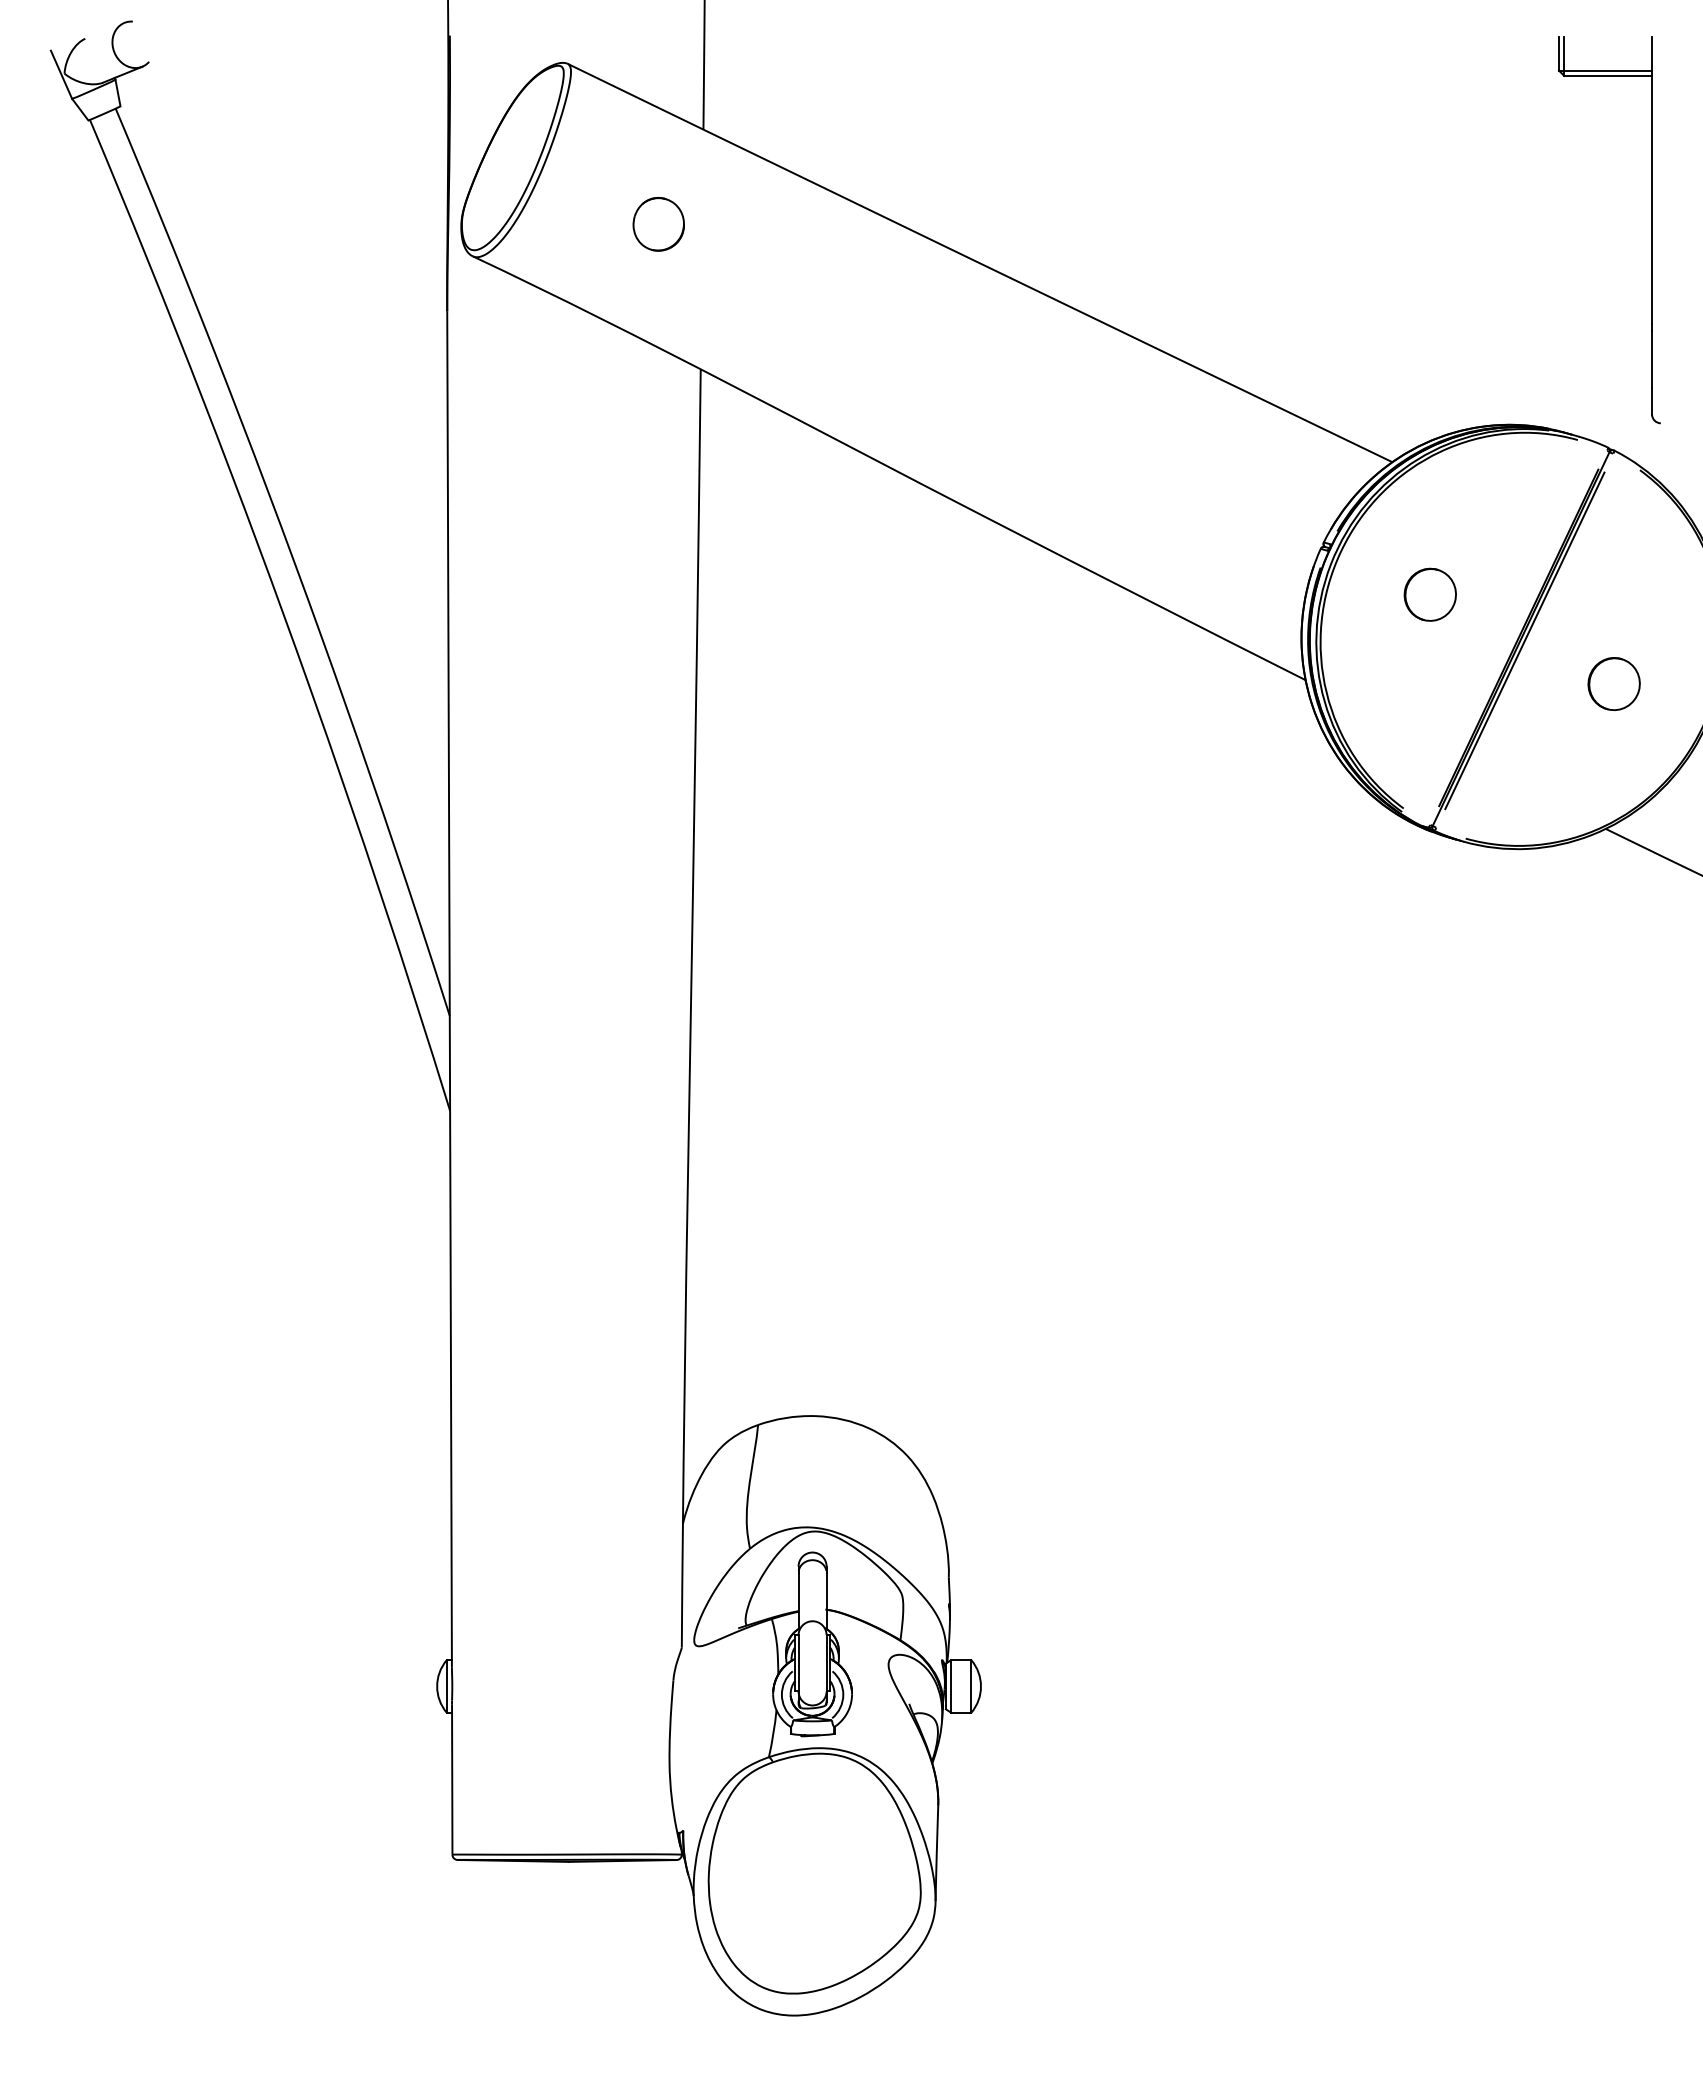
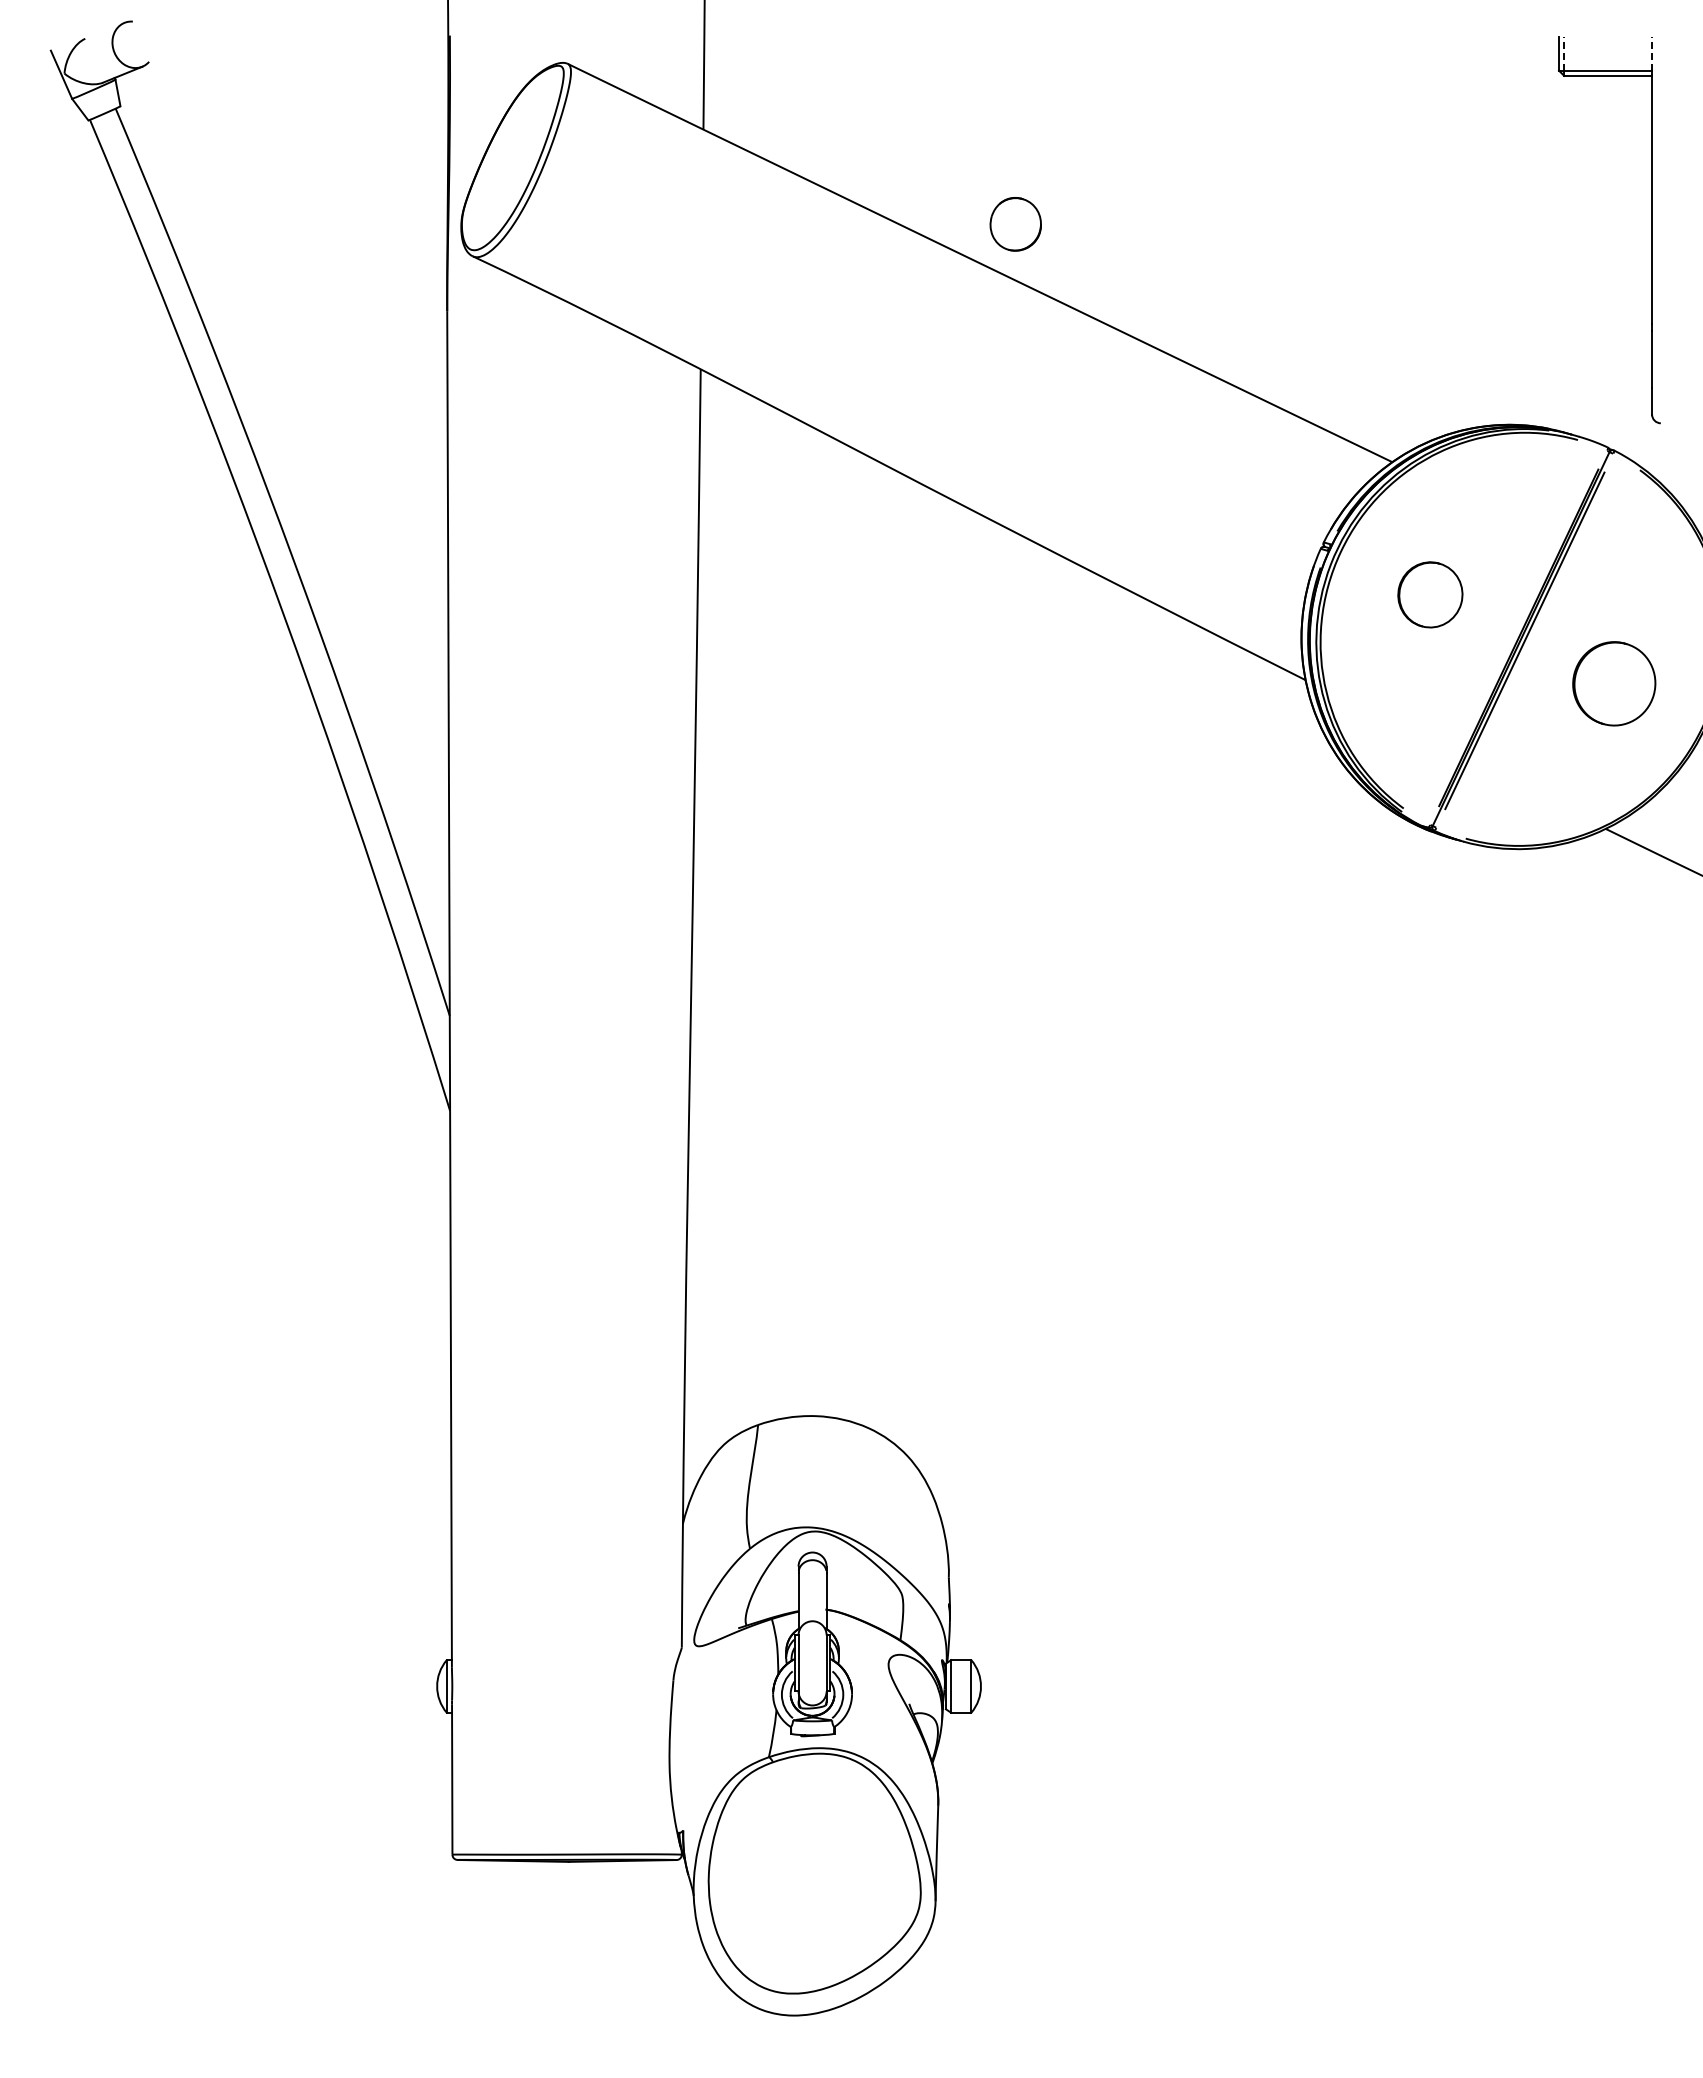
line at (1564, 53): solid -> dashed
line at (1652, 53): solid -> dashed
part at (658, 224) position: (658, 224) -> (1015, 224)
part at (1429, 594) size: 54x55 px -> 67x68 px
part at (1613, 684) size: 54x55 px -> 85x86 px
